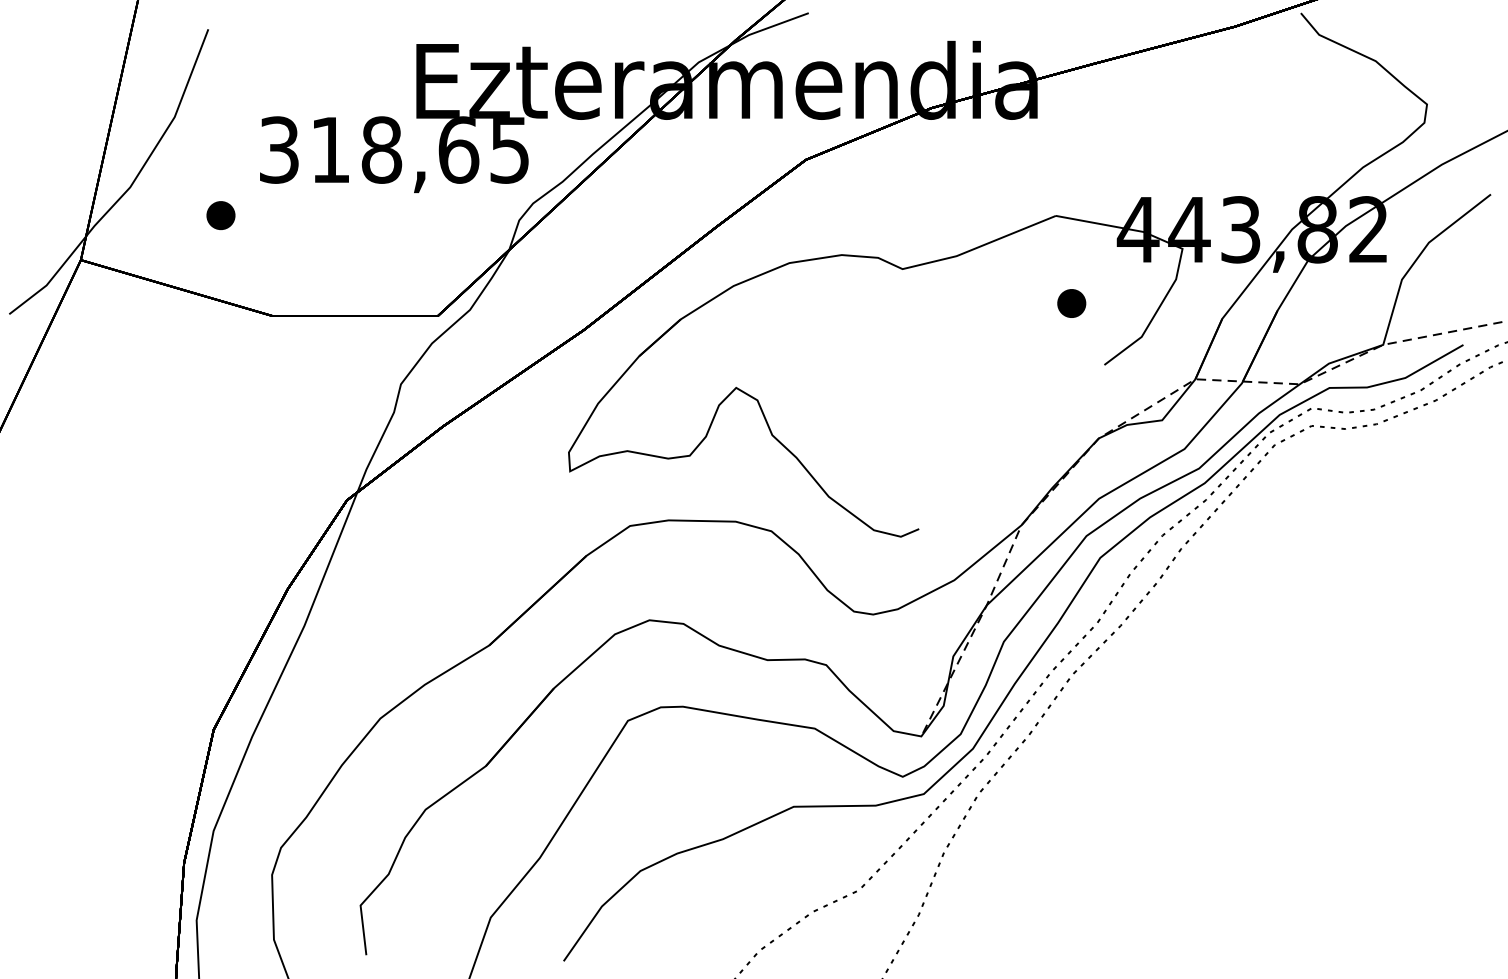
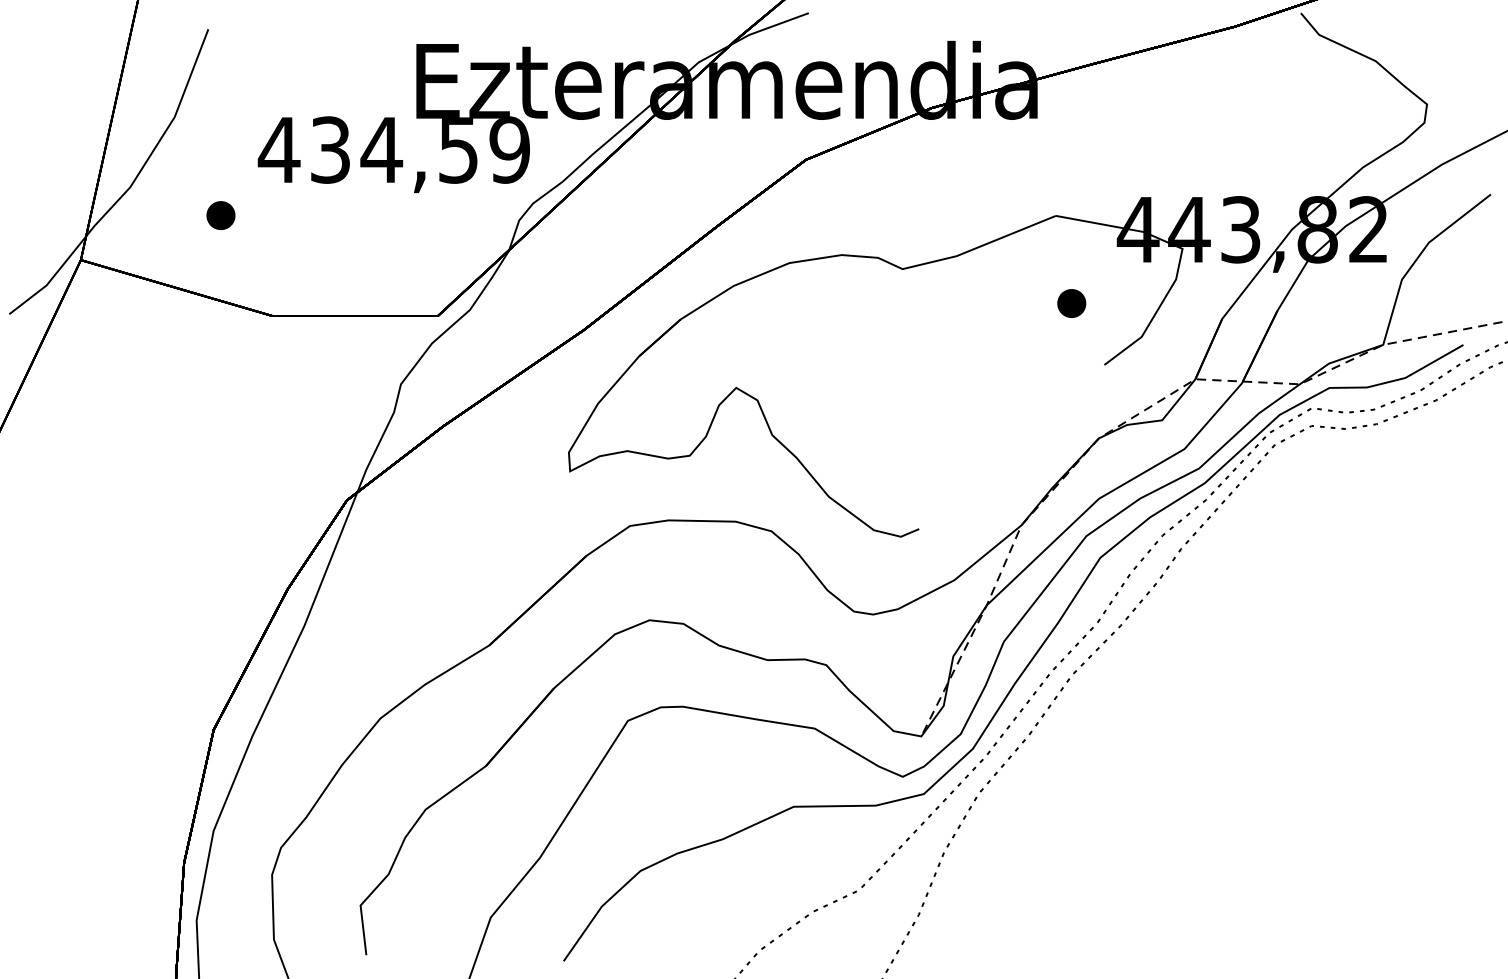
text at (393, 149): 318,65 -> 434,59
